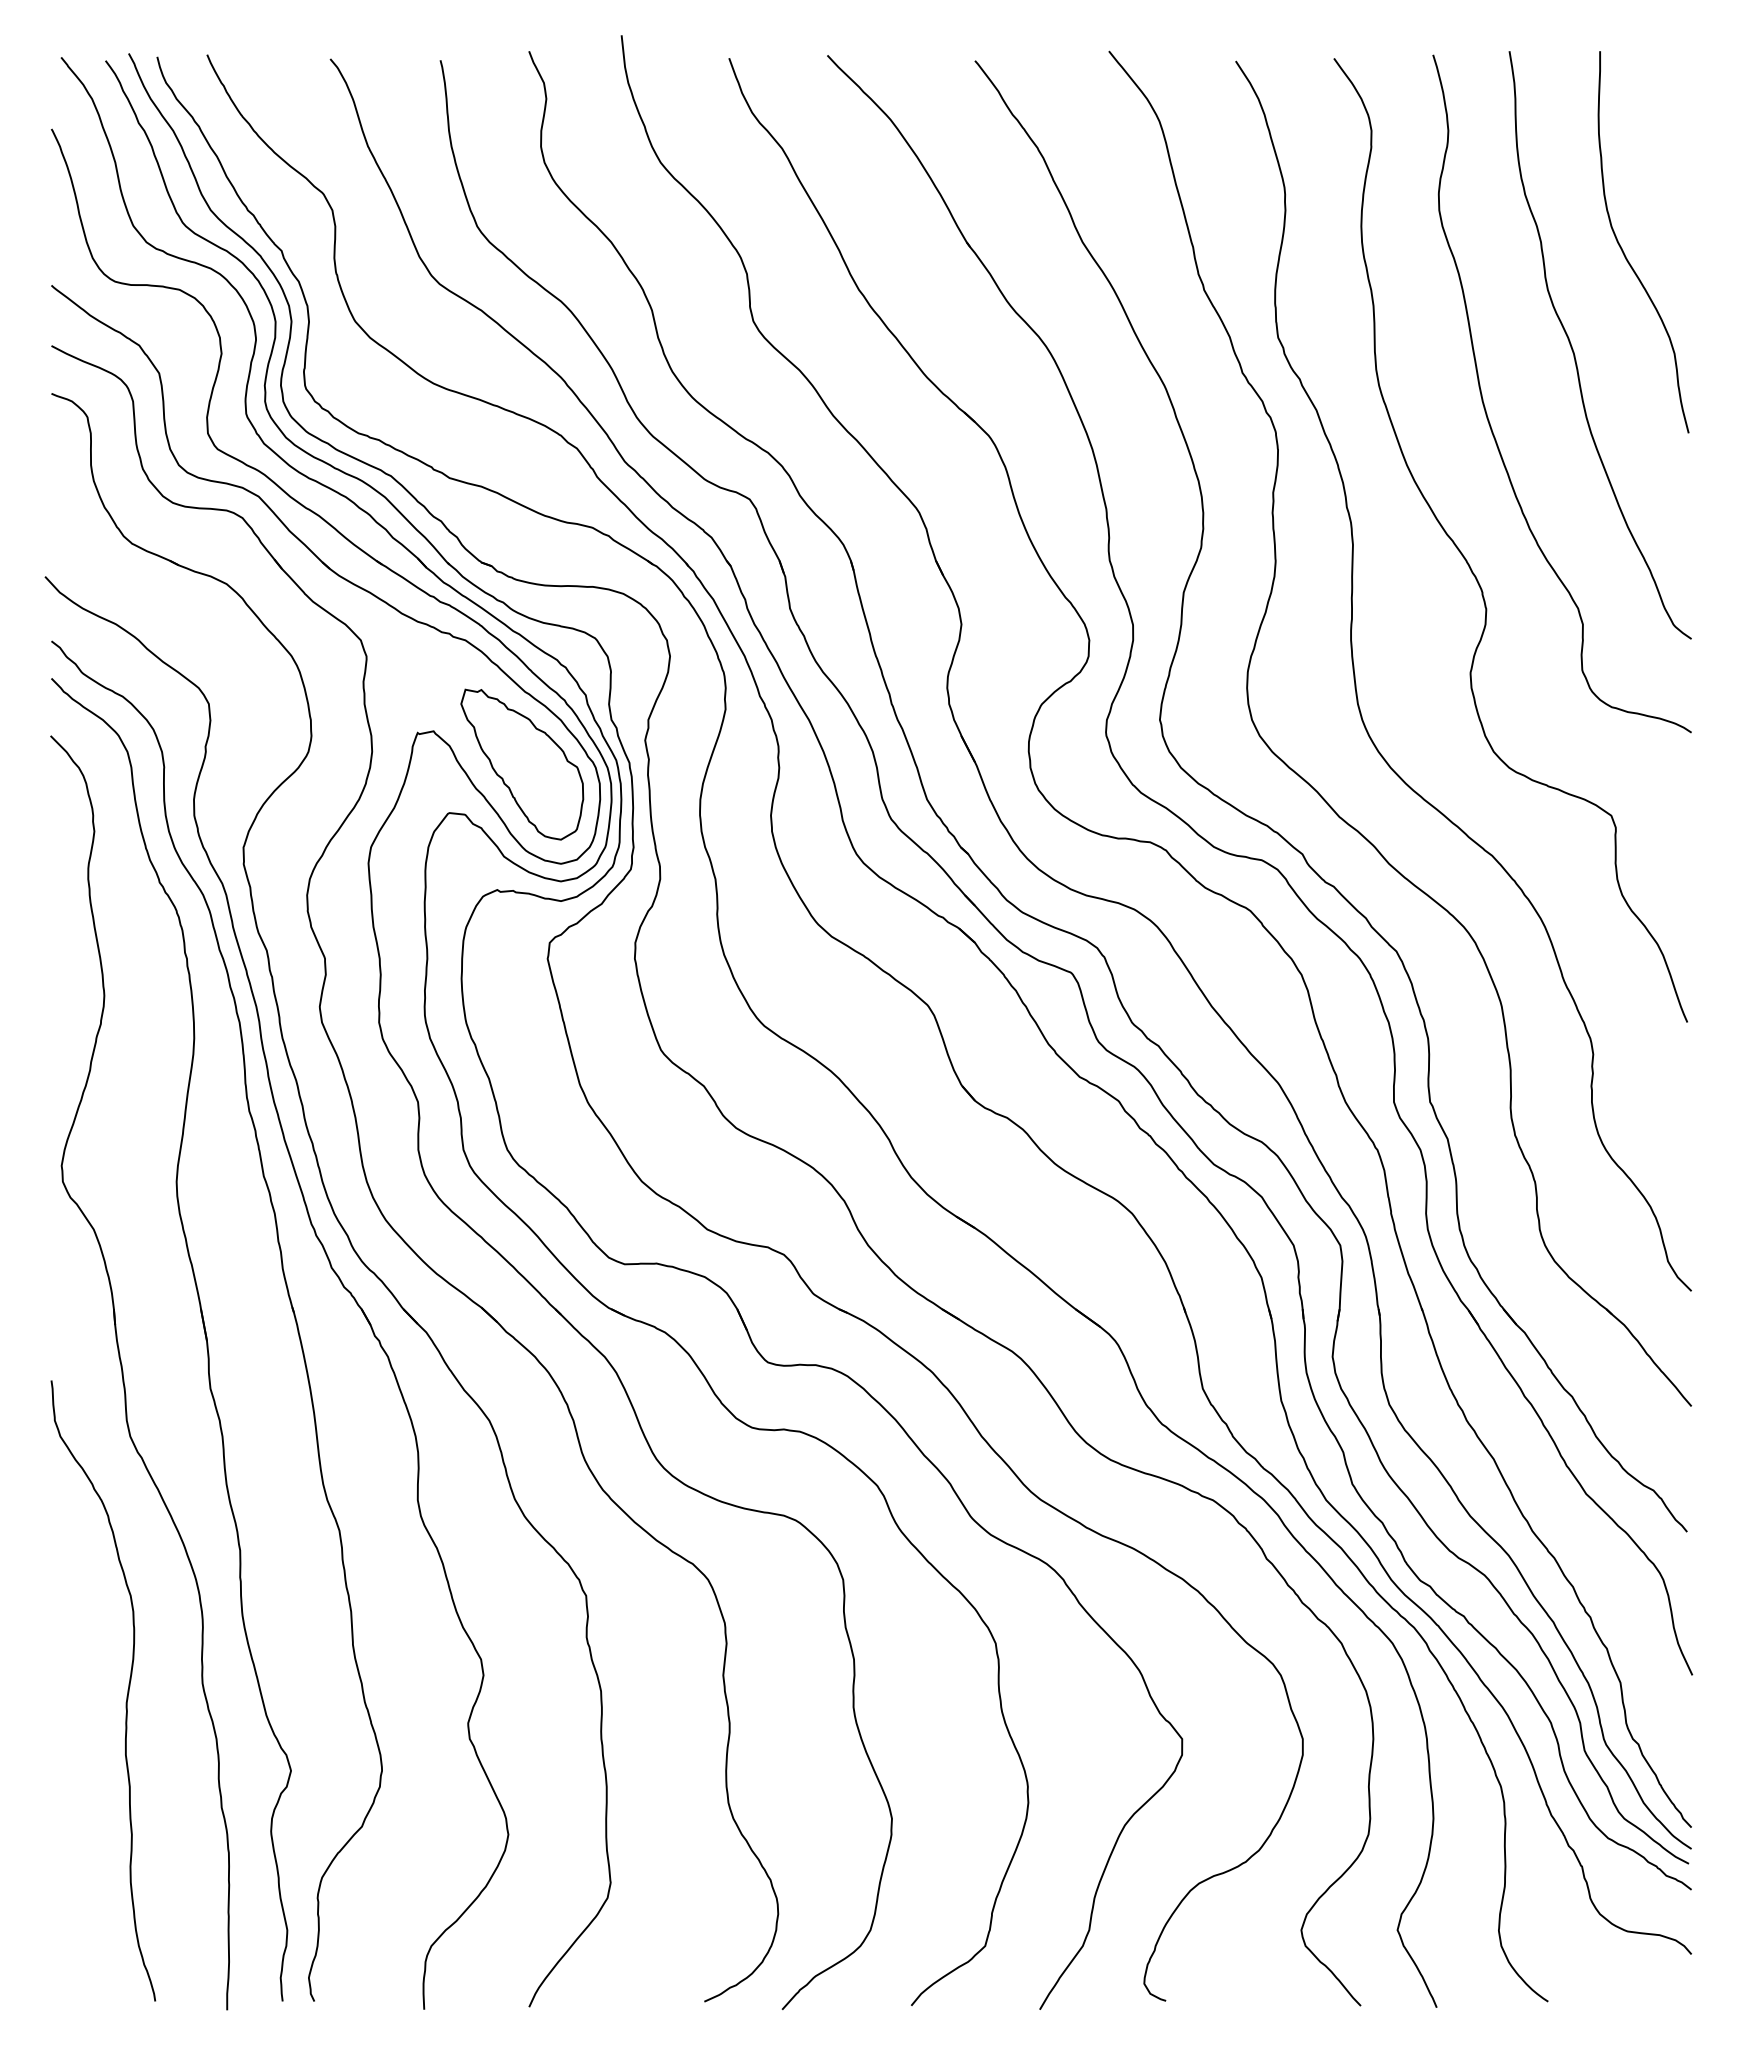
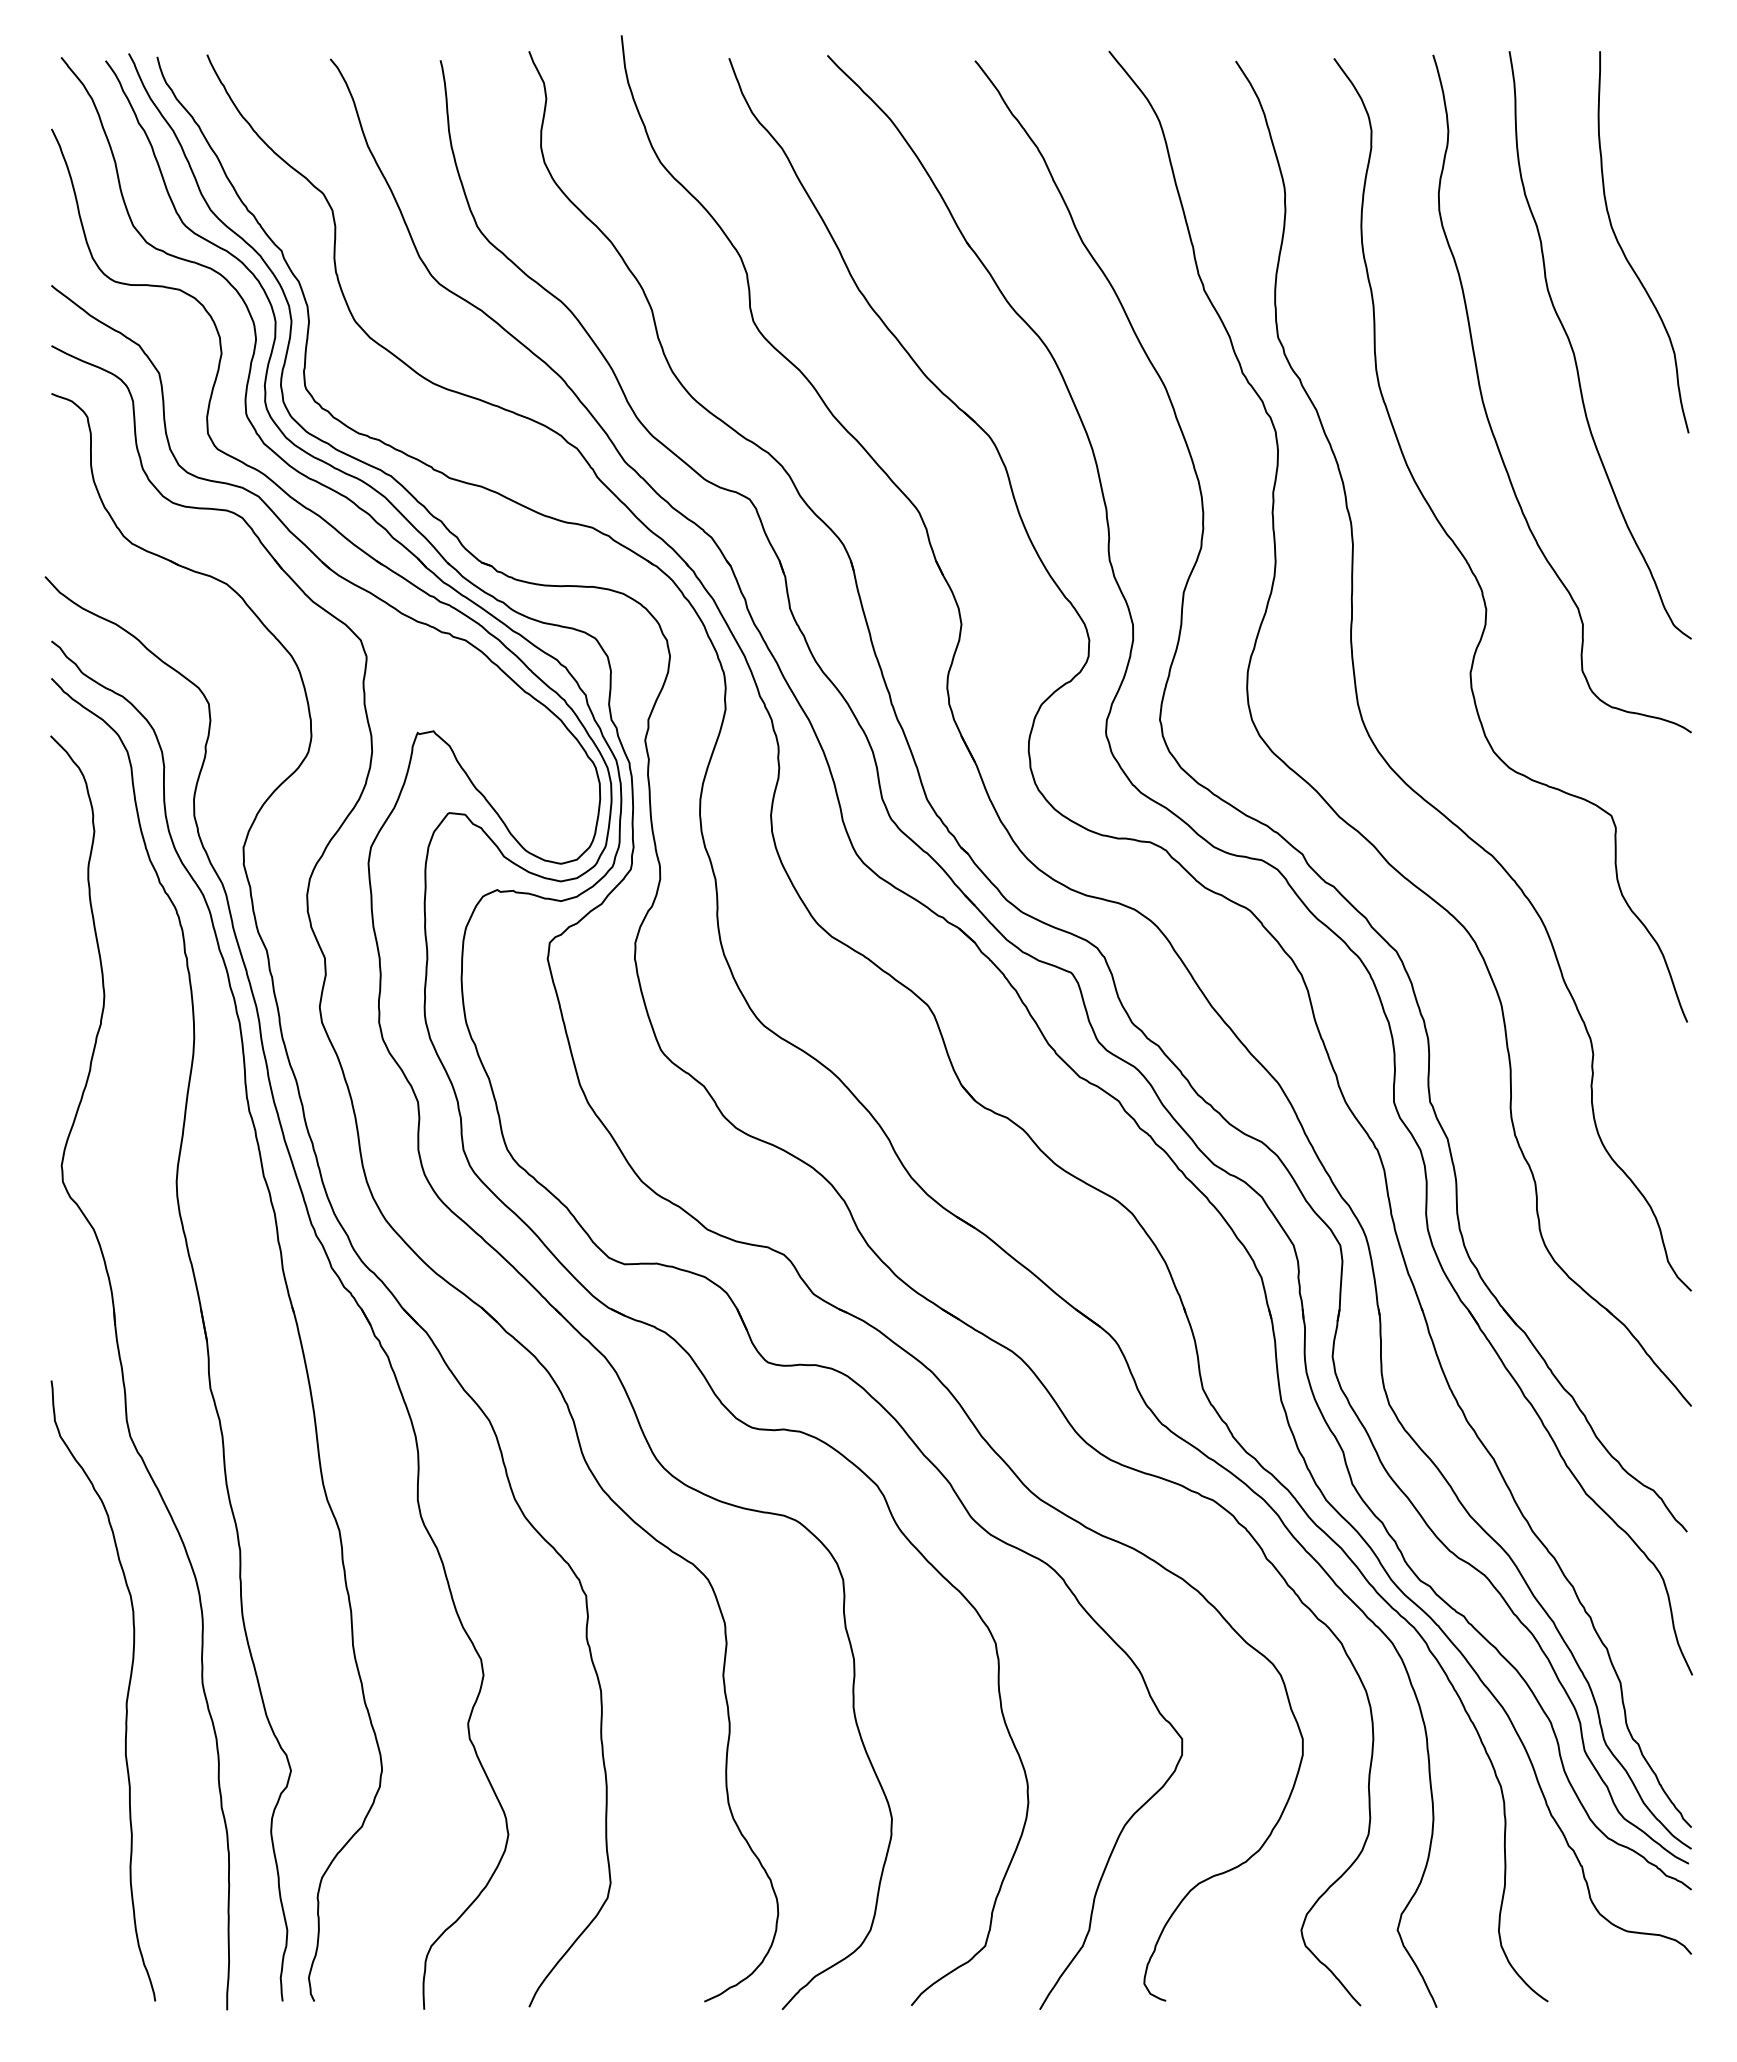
part at (522, 764): present -> none
